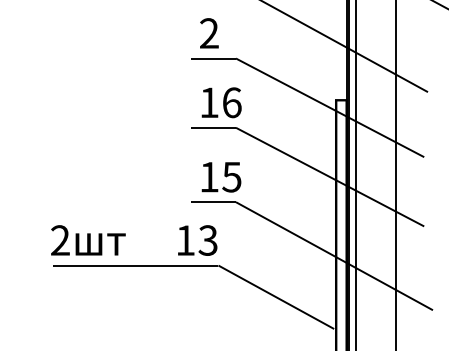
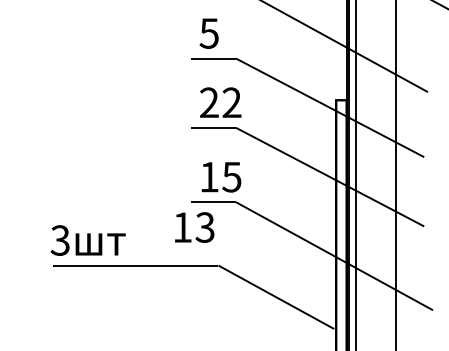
text at (208, 33): 2 -> 5
text at (220, 102): 16 -> 22
text at (59, 240): 2 -> 3
text at (197, 240) position: (197, 240) -> (194, 227)
